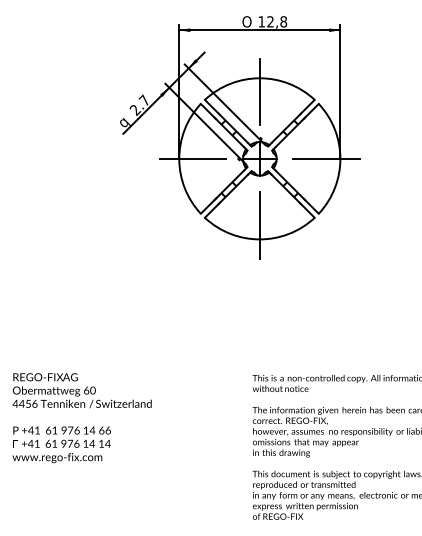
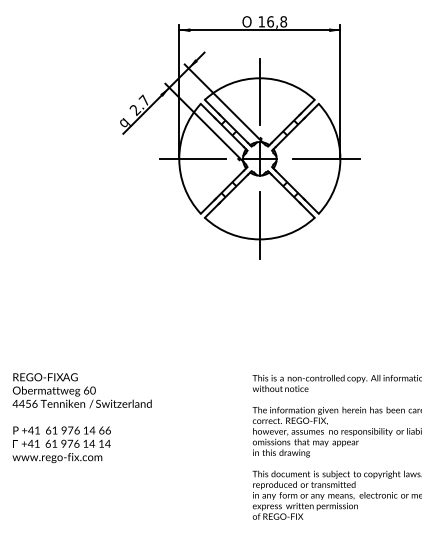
text at (270, 21): 12,8 -> 16,8
